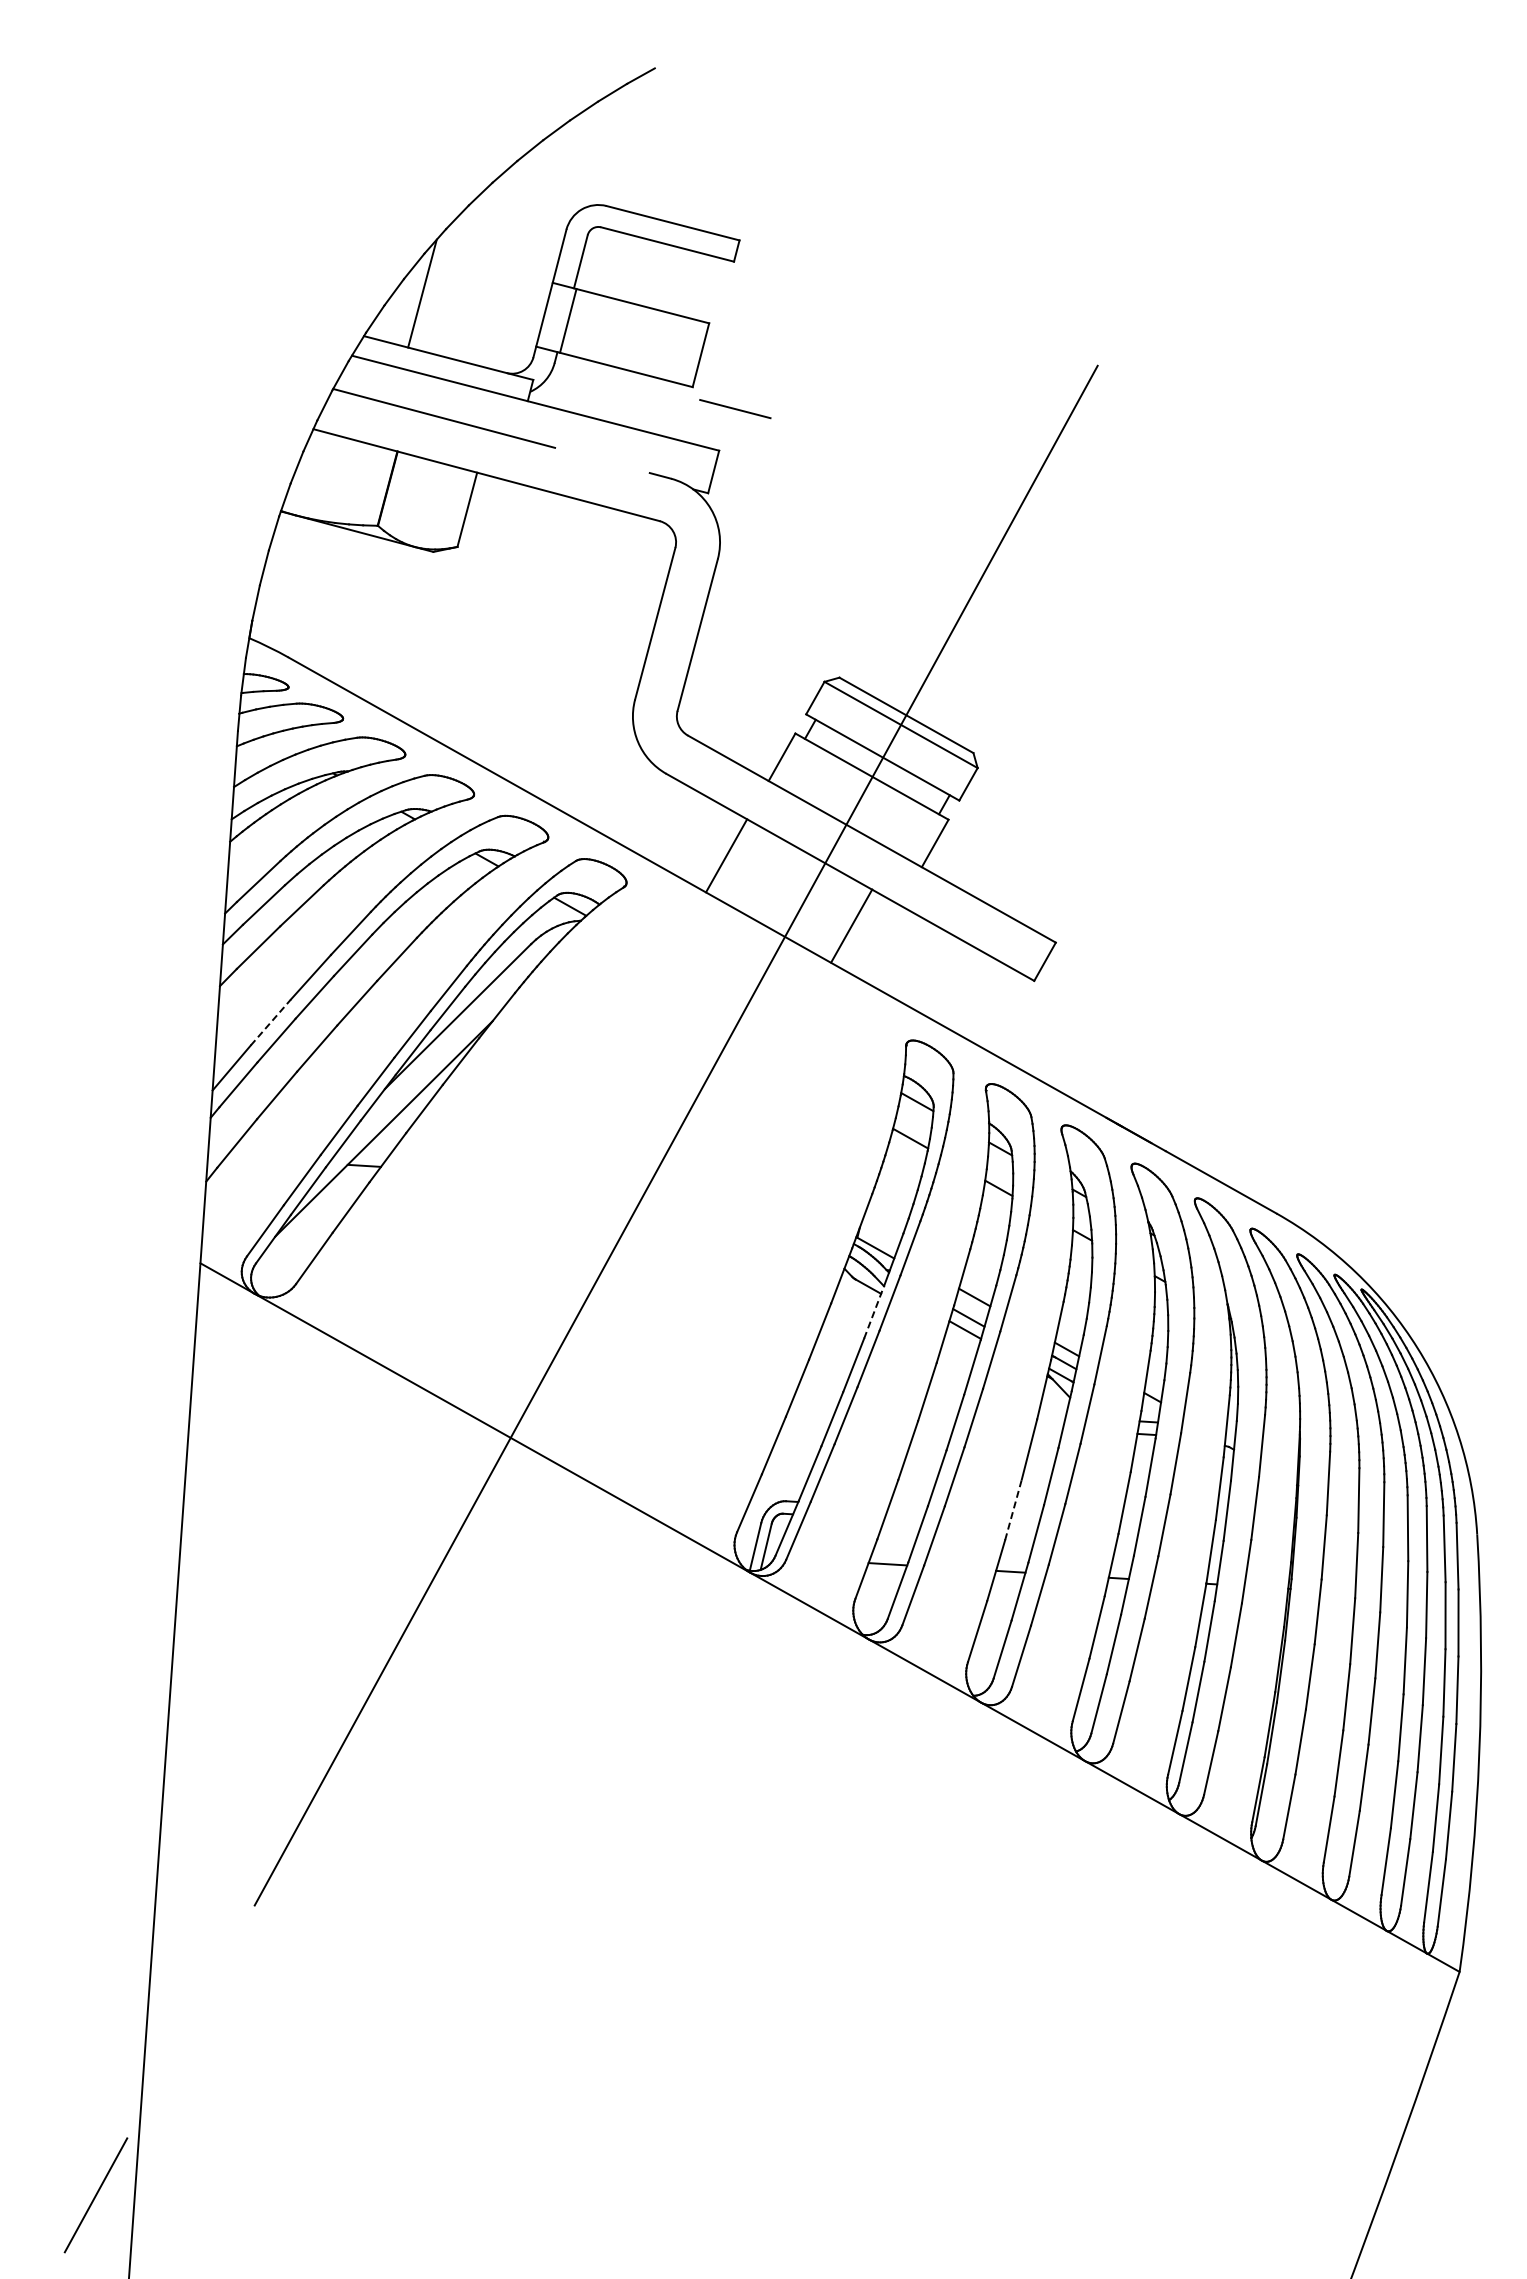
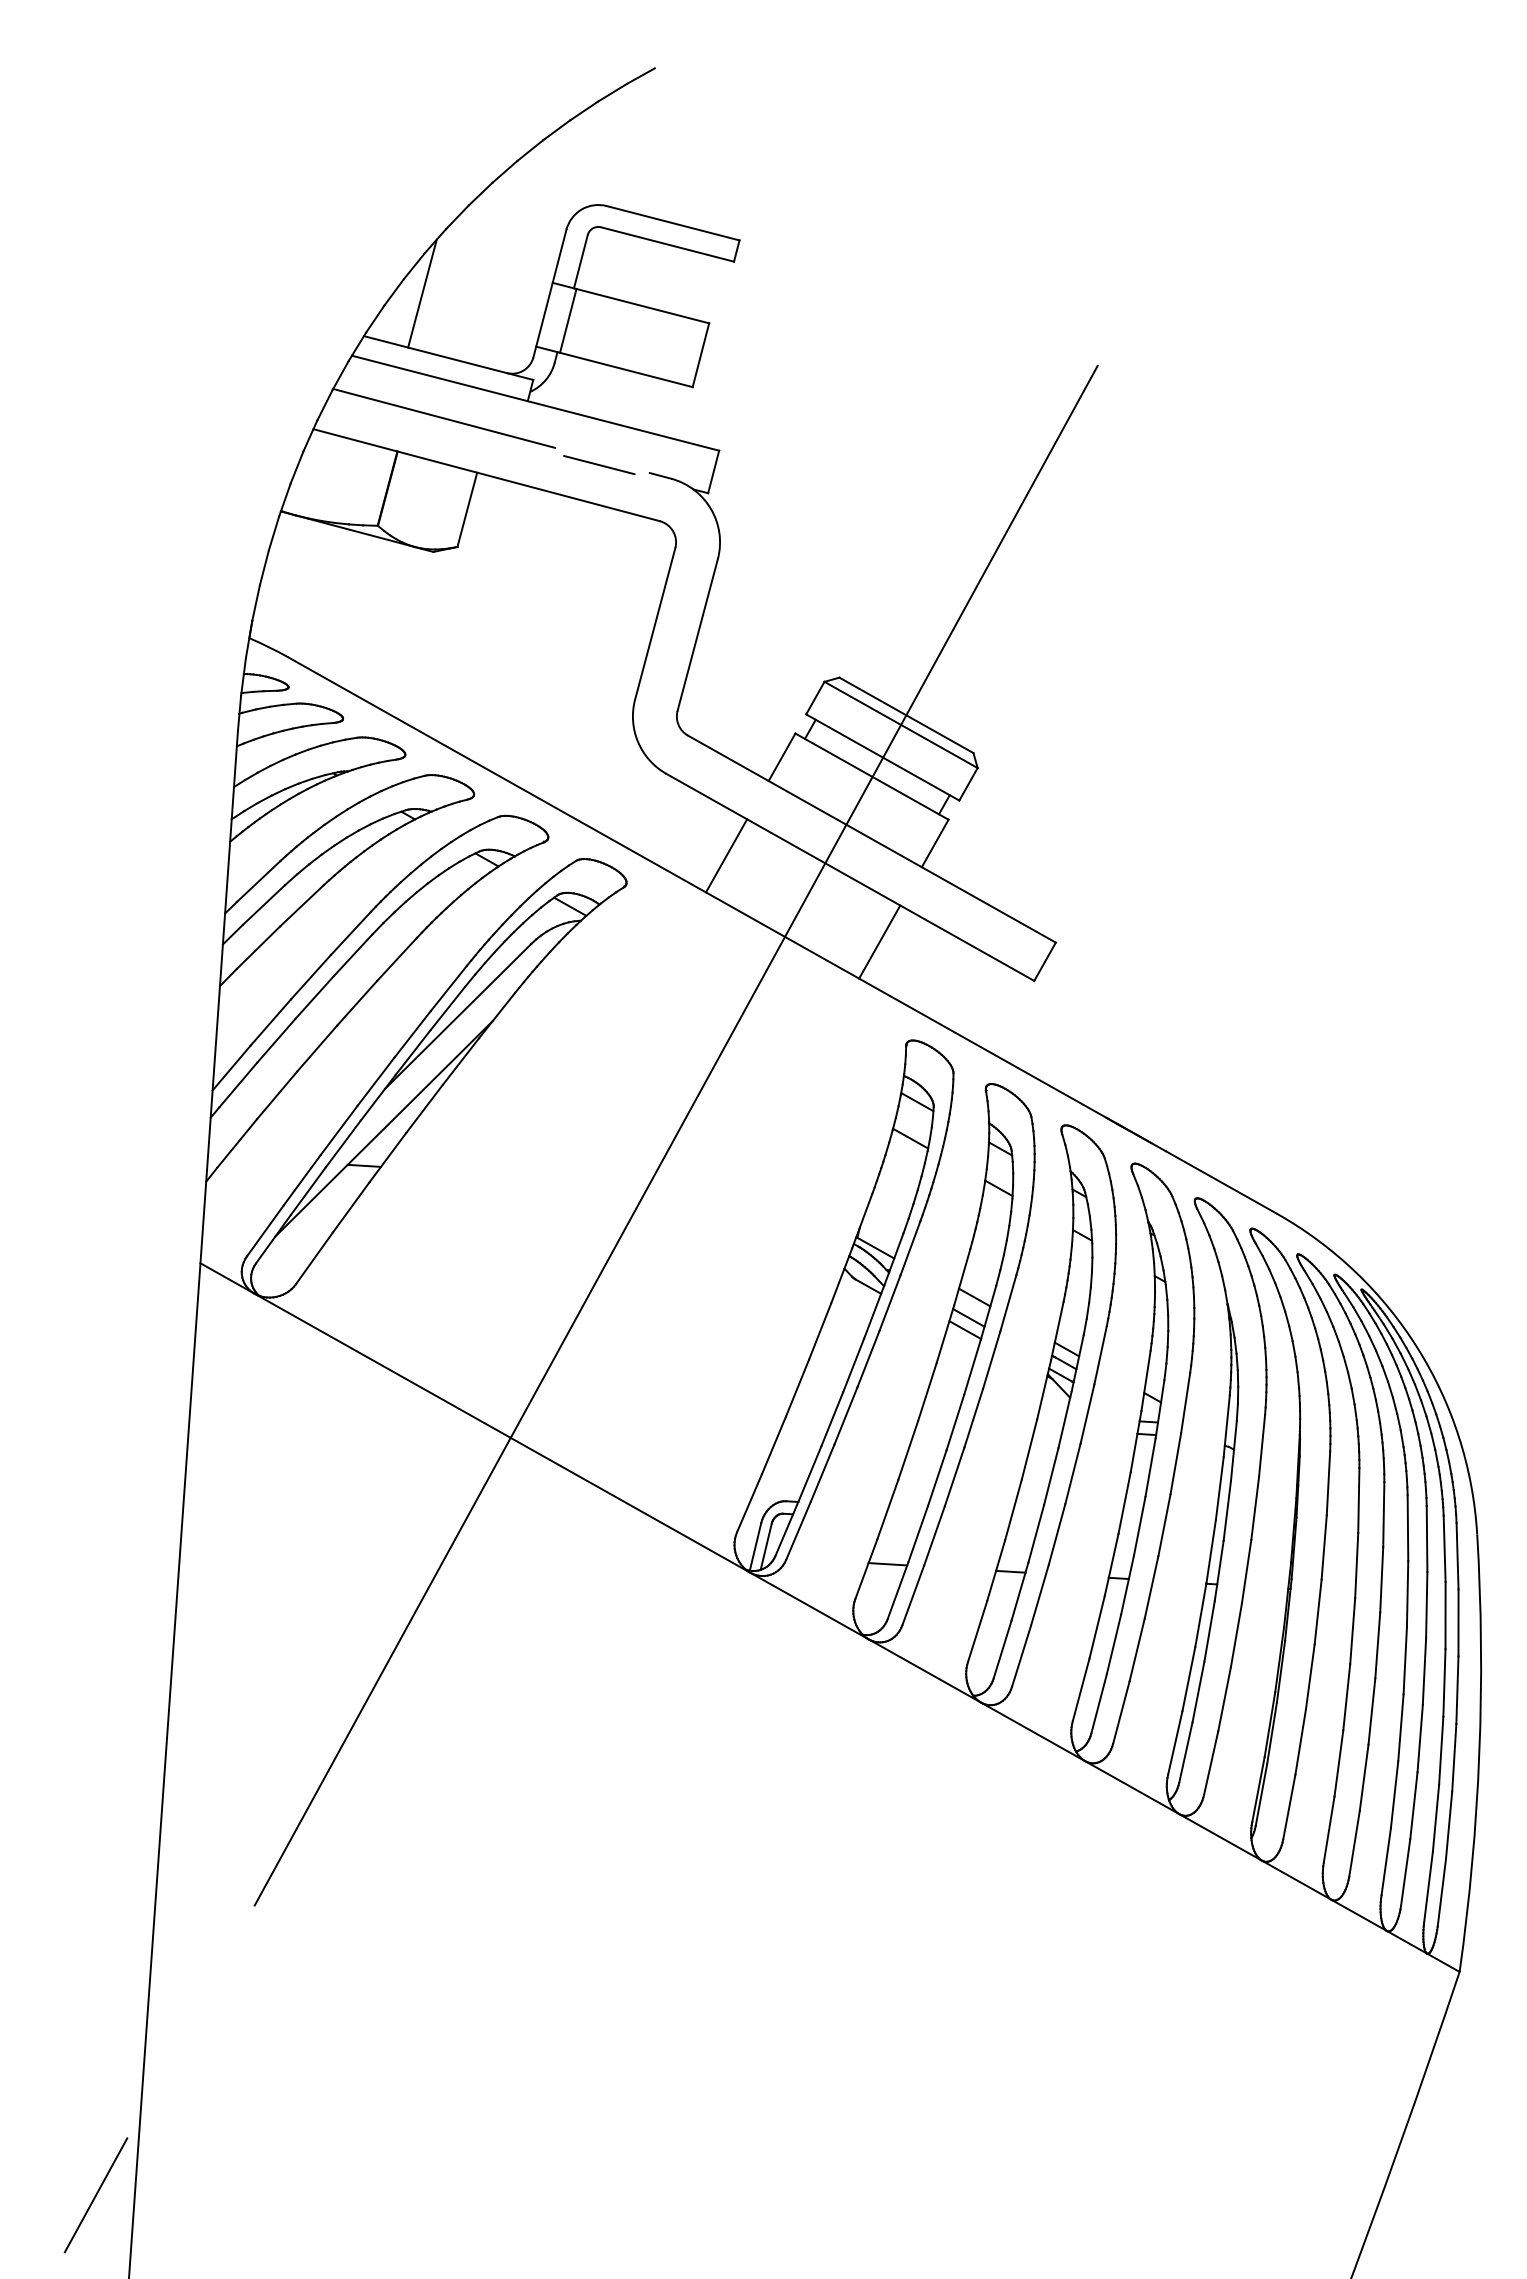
line at (735, 409) position: (735, 409) -> (599, 465)
line at (851, 925) position: (851, 925) -> (879, 941)
line at (270, 1022): dashed -> solid
line at (874, 1311): dashed -> solid
line at (1013, 1509): dashed -> solid
